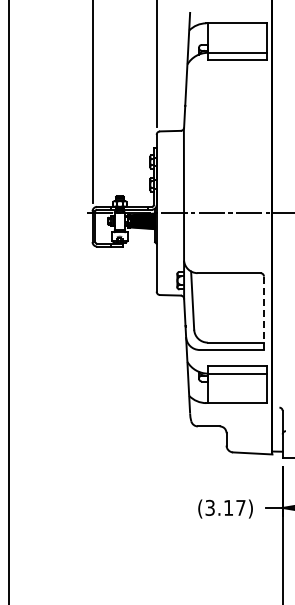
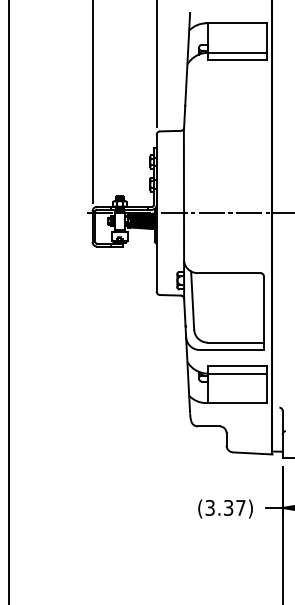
line at (263, 313): dashed -> solid
text at (228, 507): (3.17) -> (3.37)
